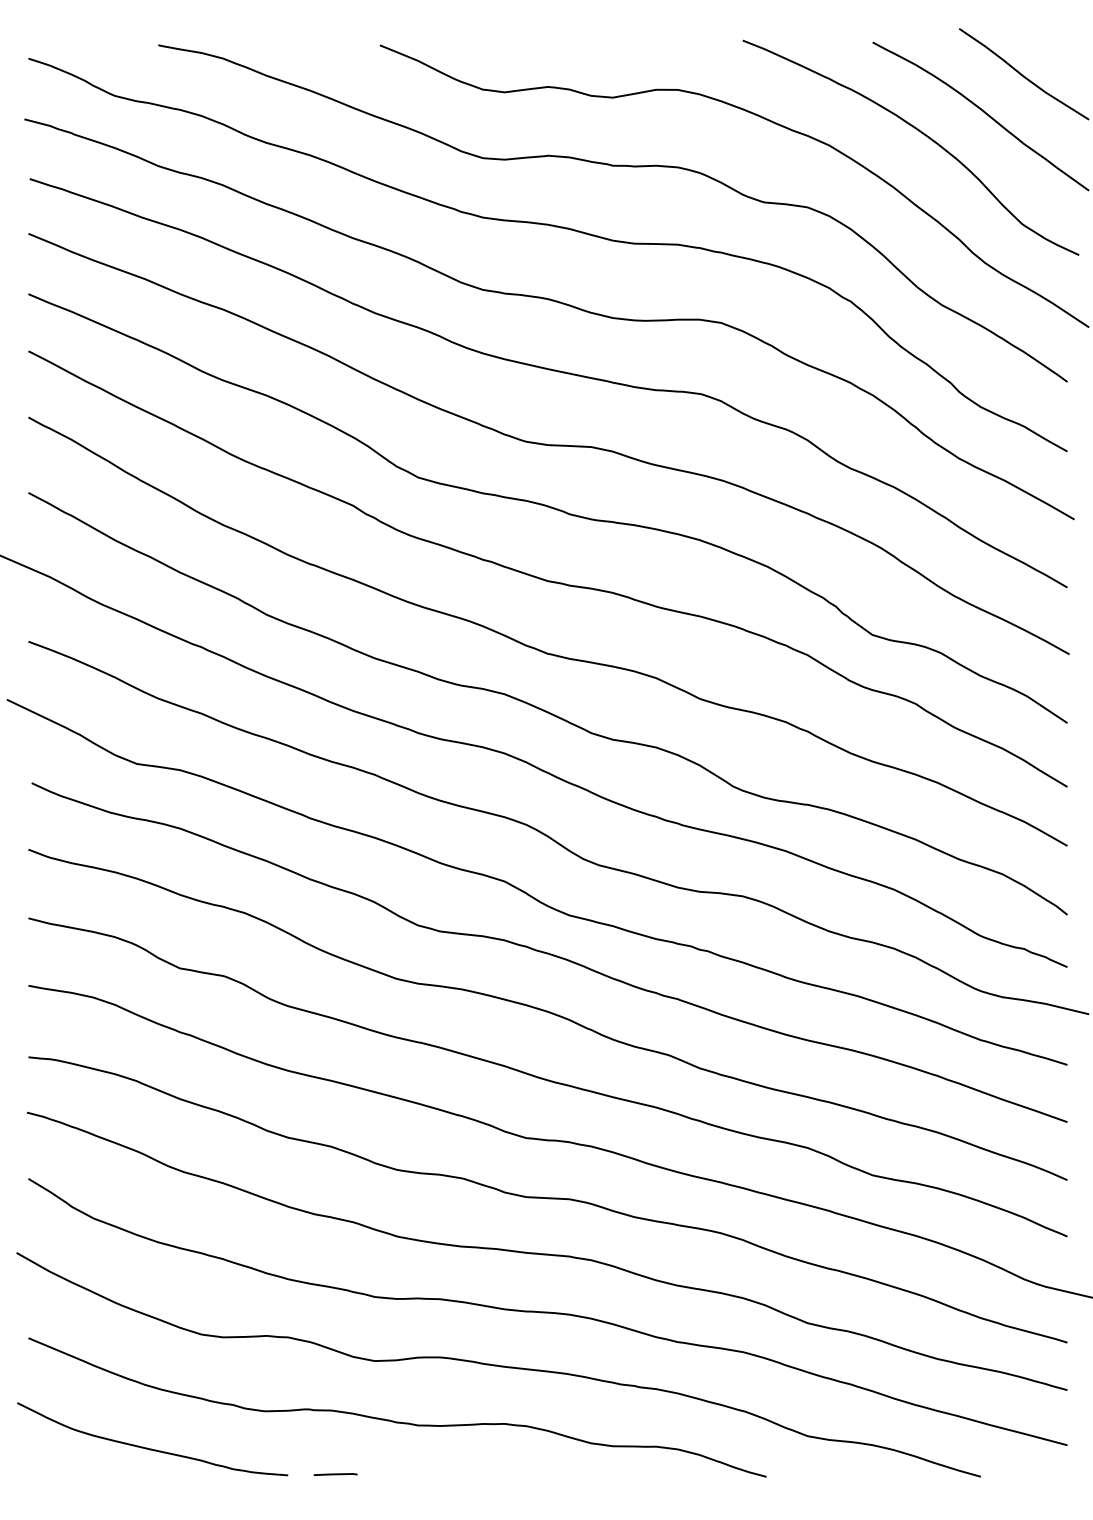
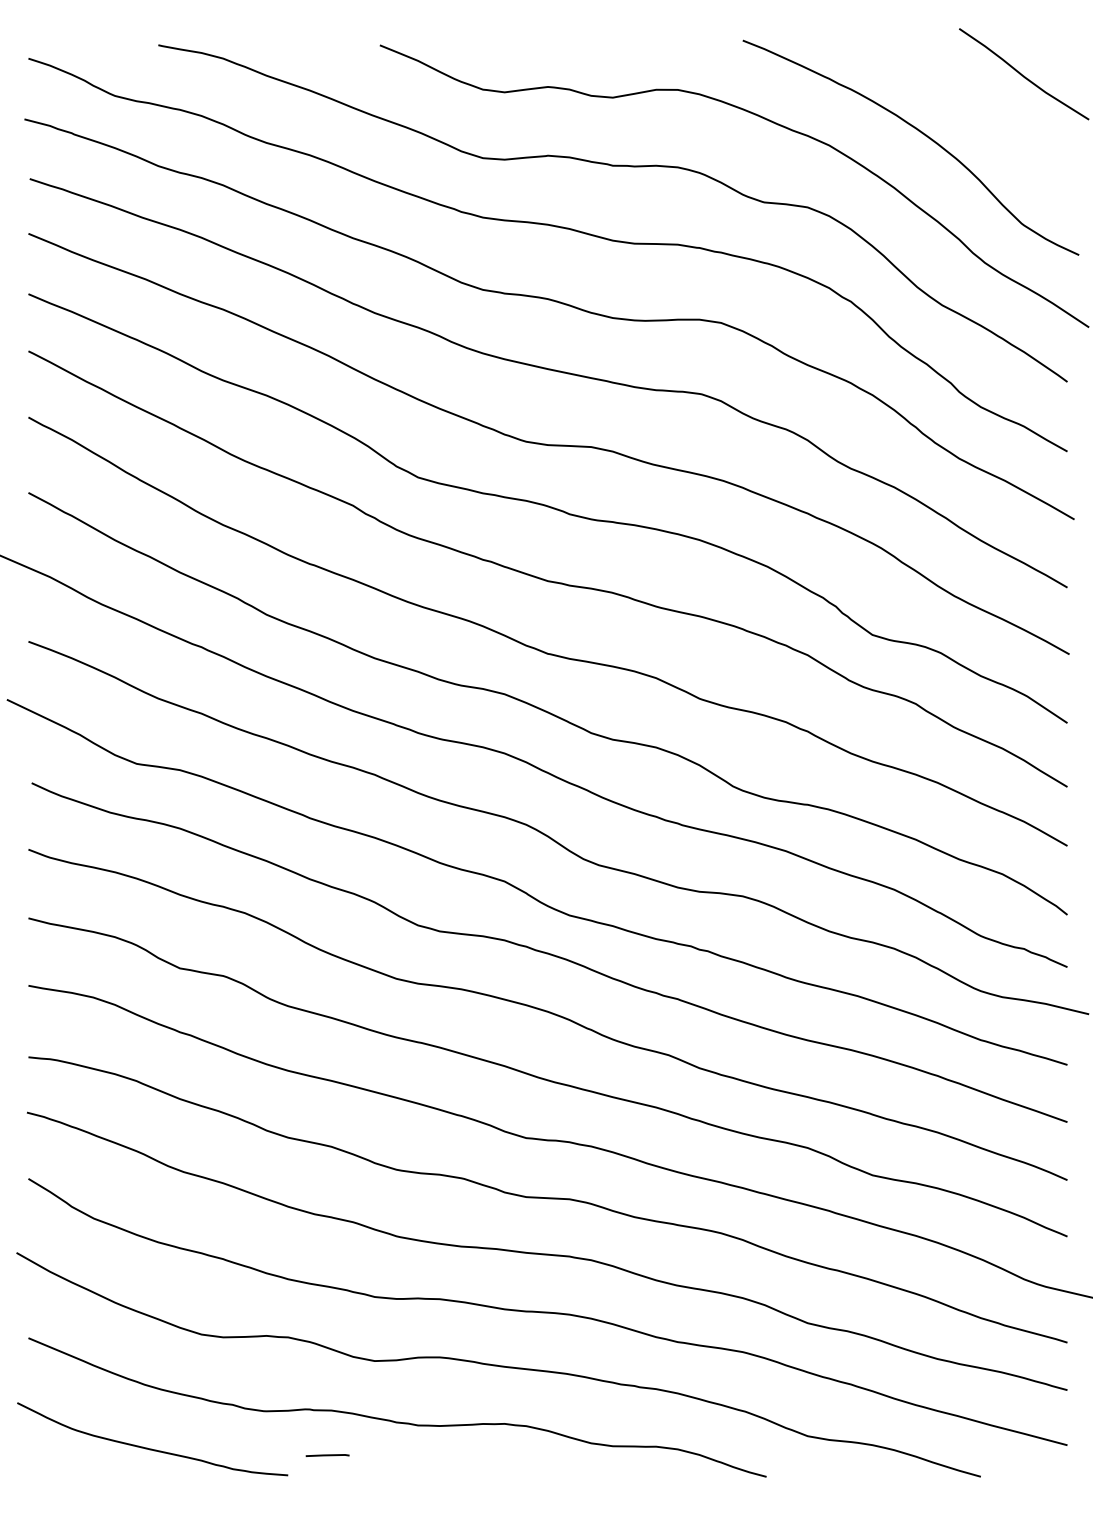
curve at (983, 112): present -> none
line at (335, 1474) position: (335, 1474) -> (327, 1455)
